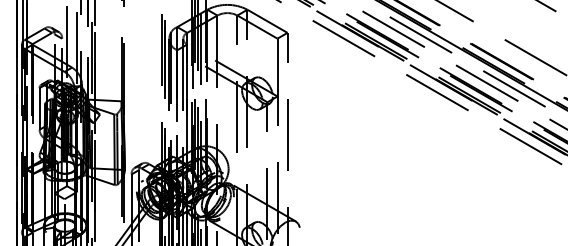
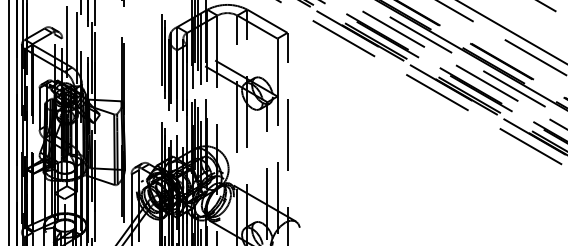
line at (512, 32): none -> present
line at (8, 122): none -> present
